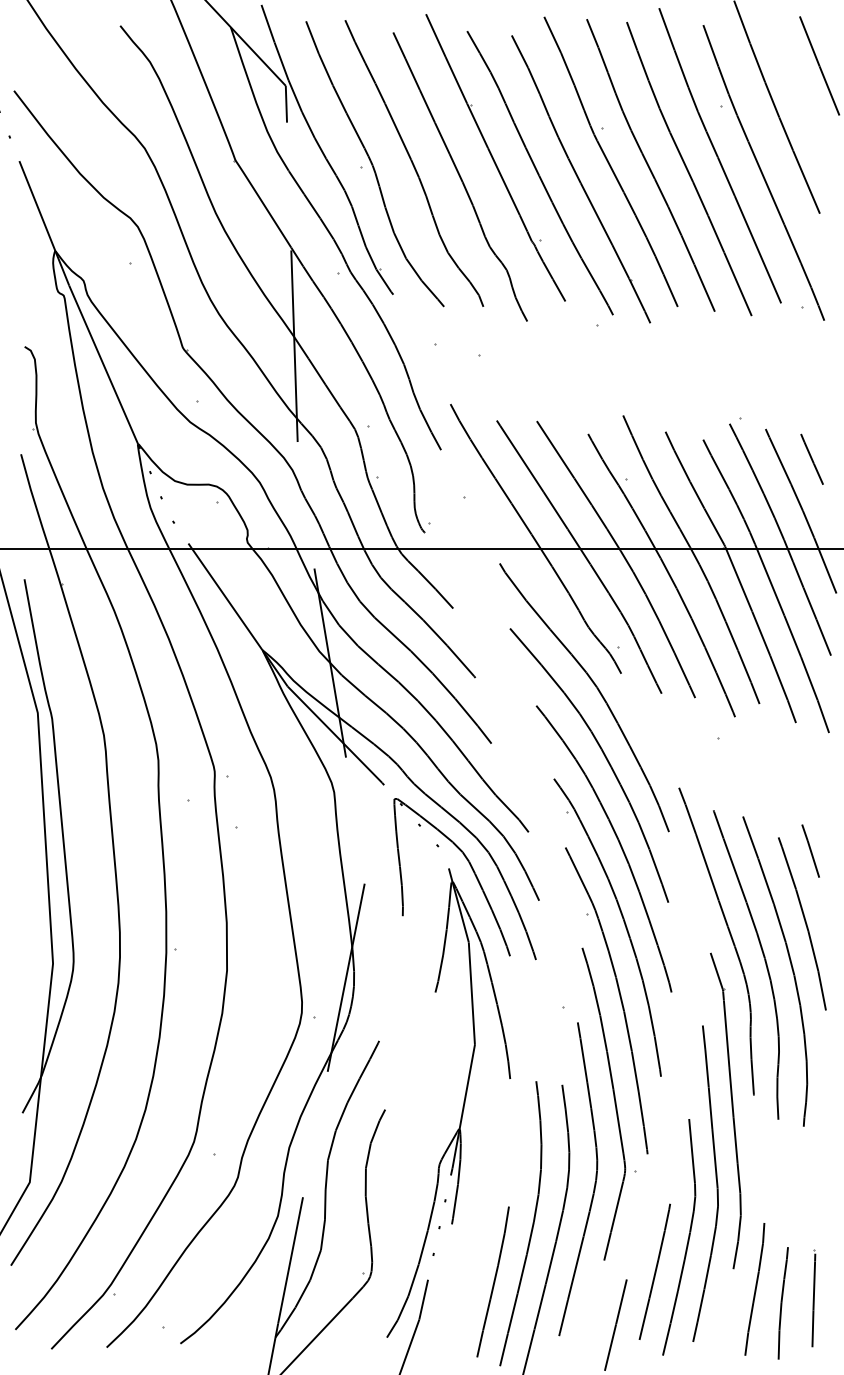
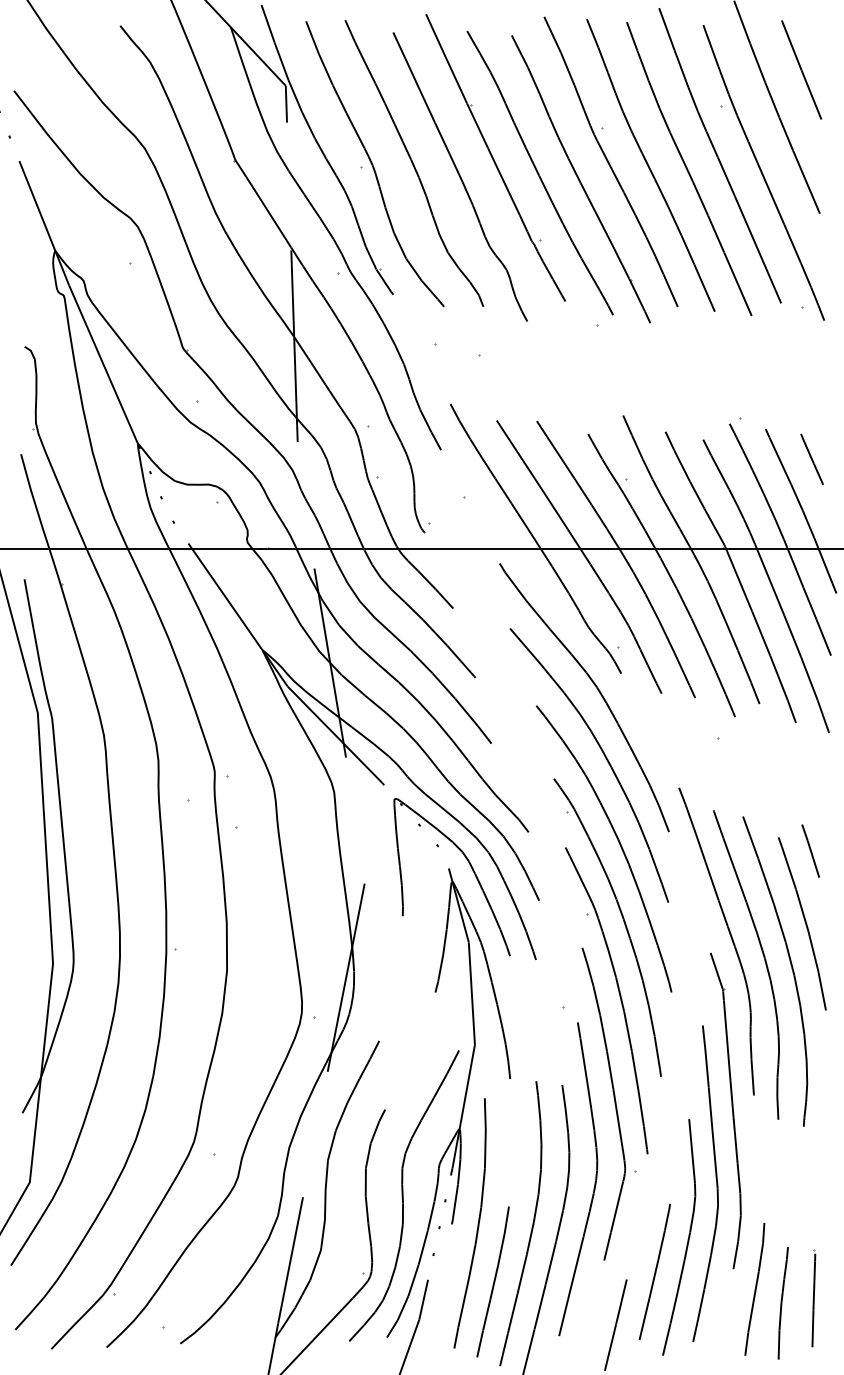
line at (819, 65) position: (819, 65) -> (801, 69)
curve at (403, 1199): none -> present
